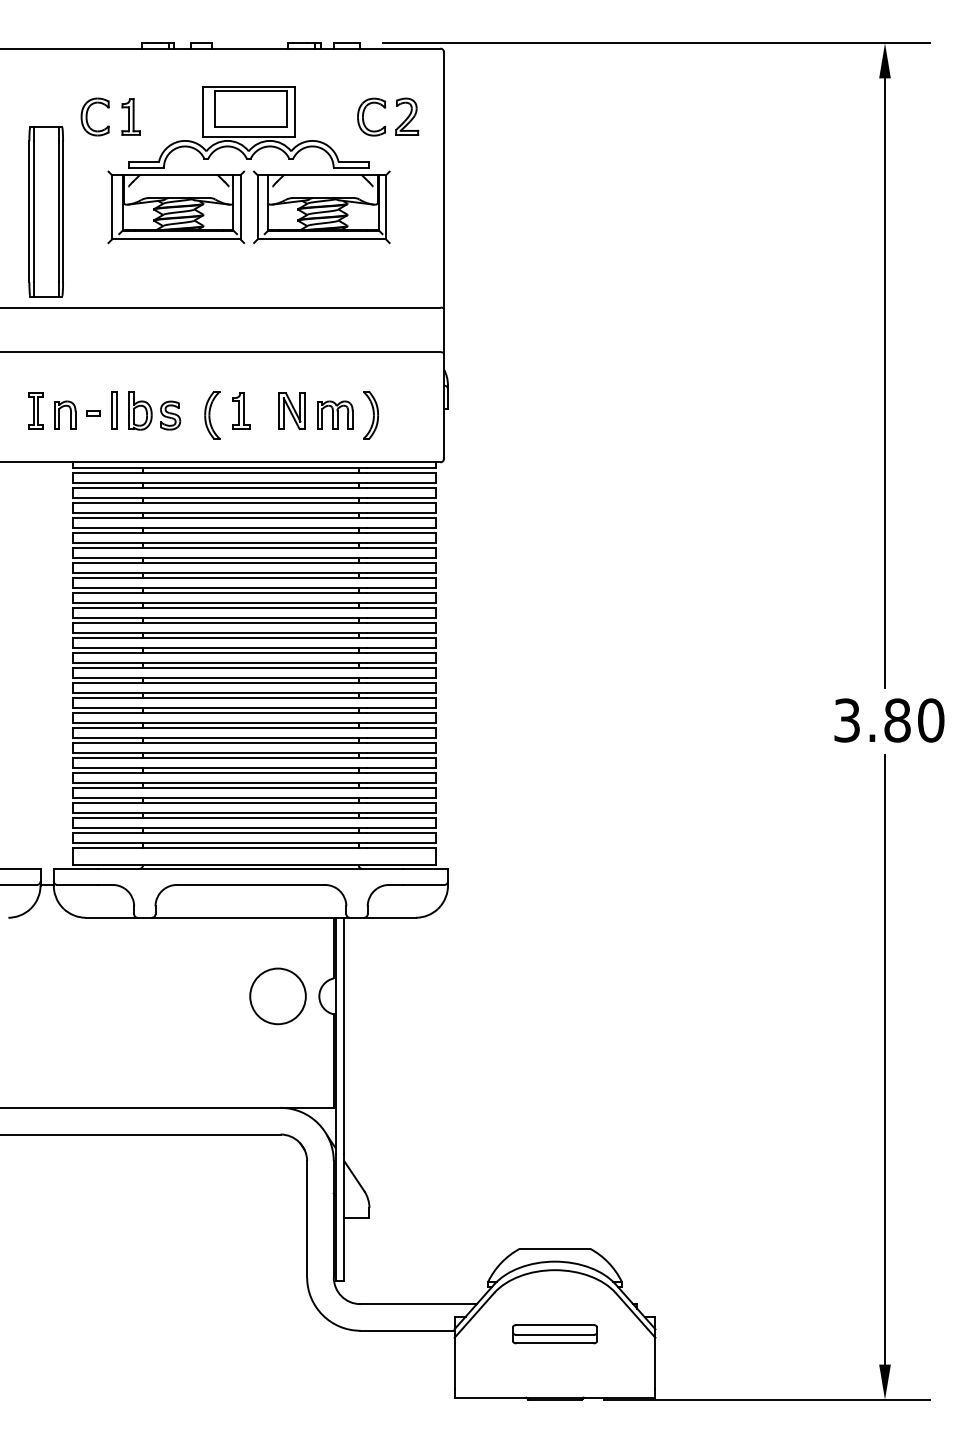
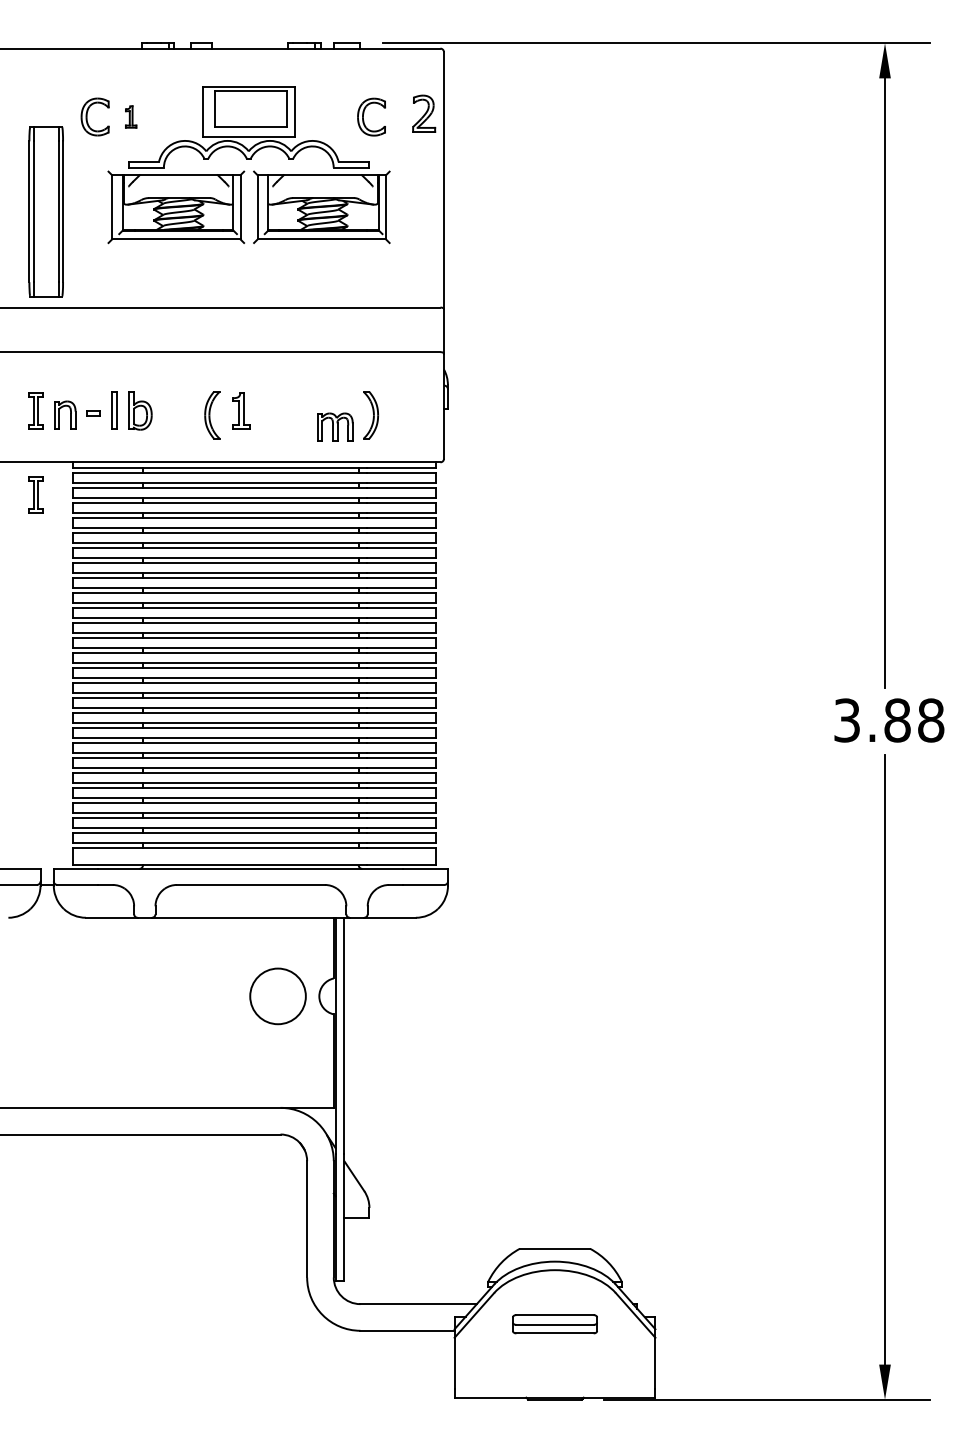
part at (130, 116) size: 20x38 px -> 13x24 px
part at (407, 116) position: (407, 116) -> (424, 113)
part at (291, 410): present -> none
part at (335, 414) position: (335, 414) -> (335, 426)
part at (170, 415): present -> none
part at (35, 494): none -> present
text at (931, 720): 3.80 -> 3.88
part at (554, 1334) position: (554, 1334) -> (554, 1324)
